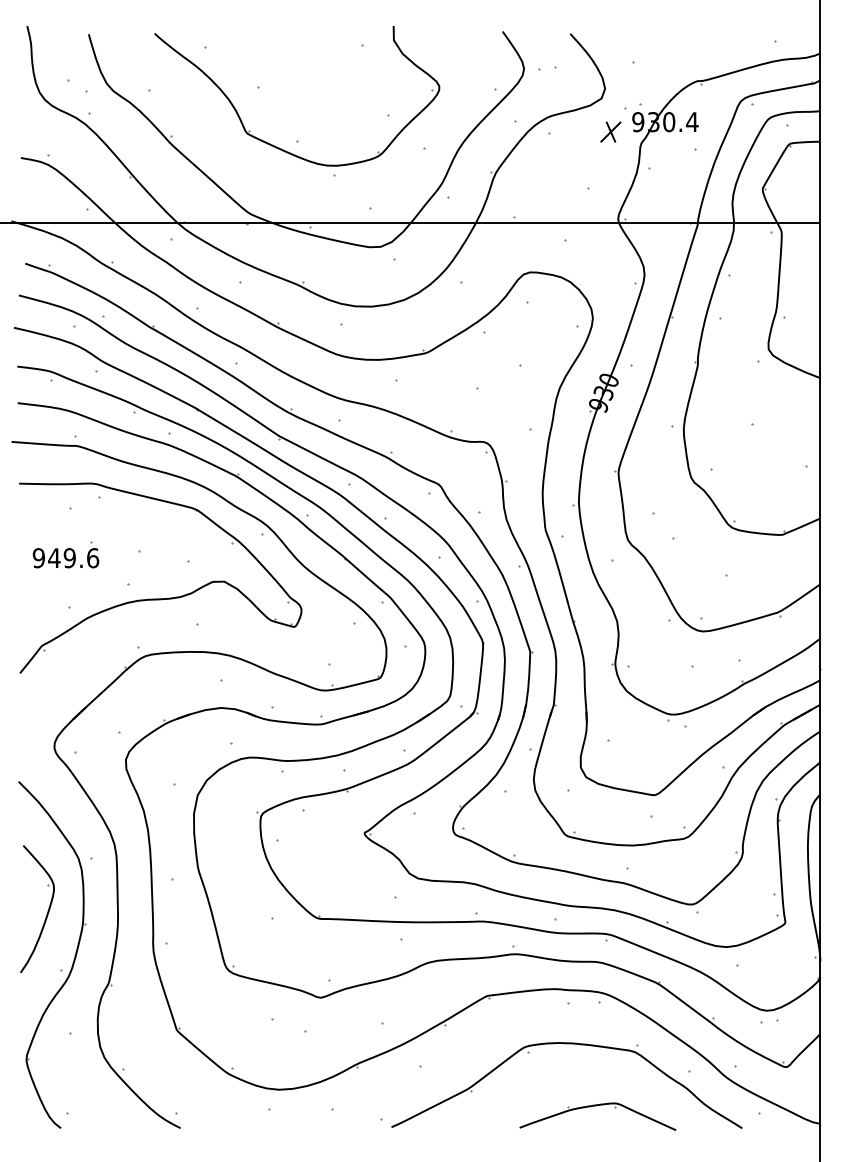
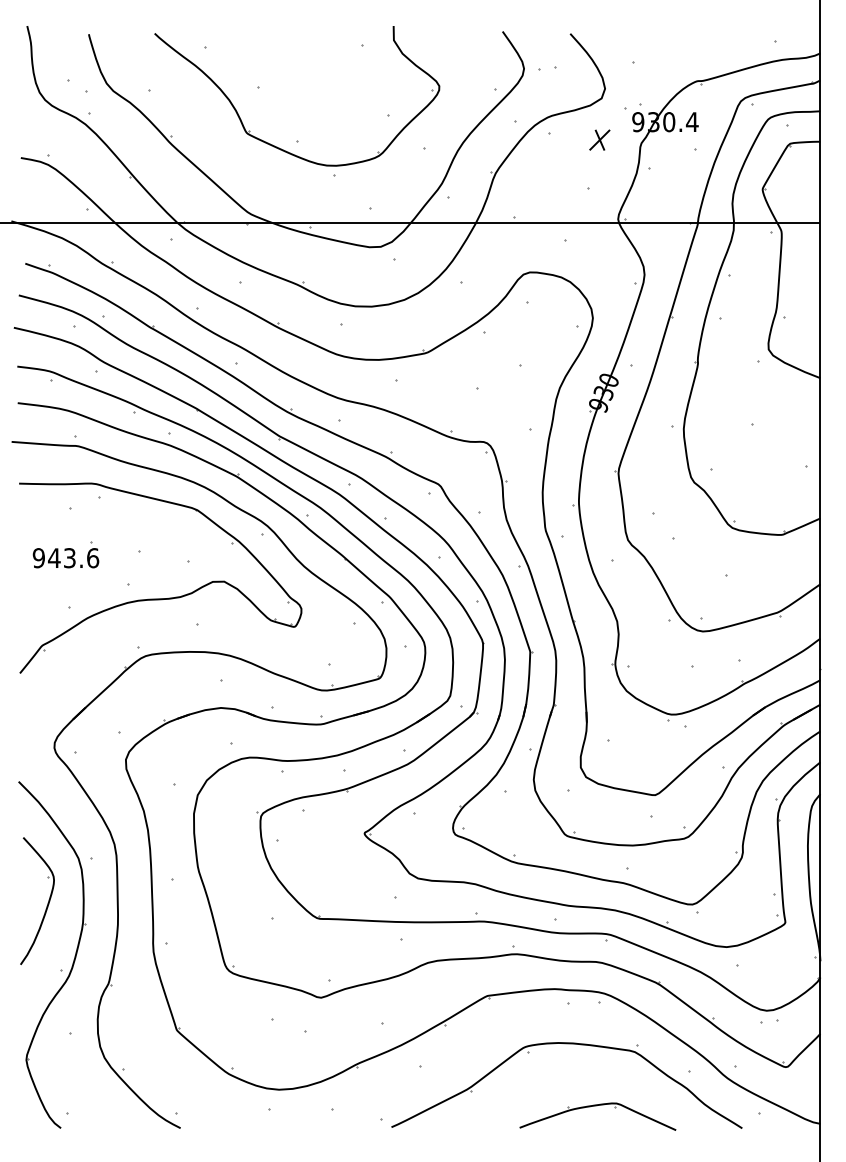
part at (610, 131) position: (610, 131) -> (599, 139)
text at (69, 558): 949.6 -> 943.6
part at (47, 911) position: (47, 911) -> (47, 903)
